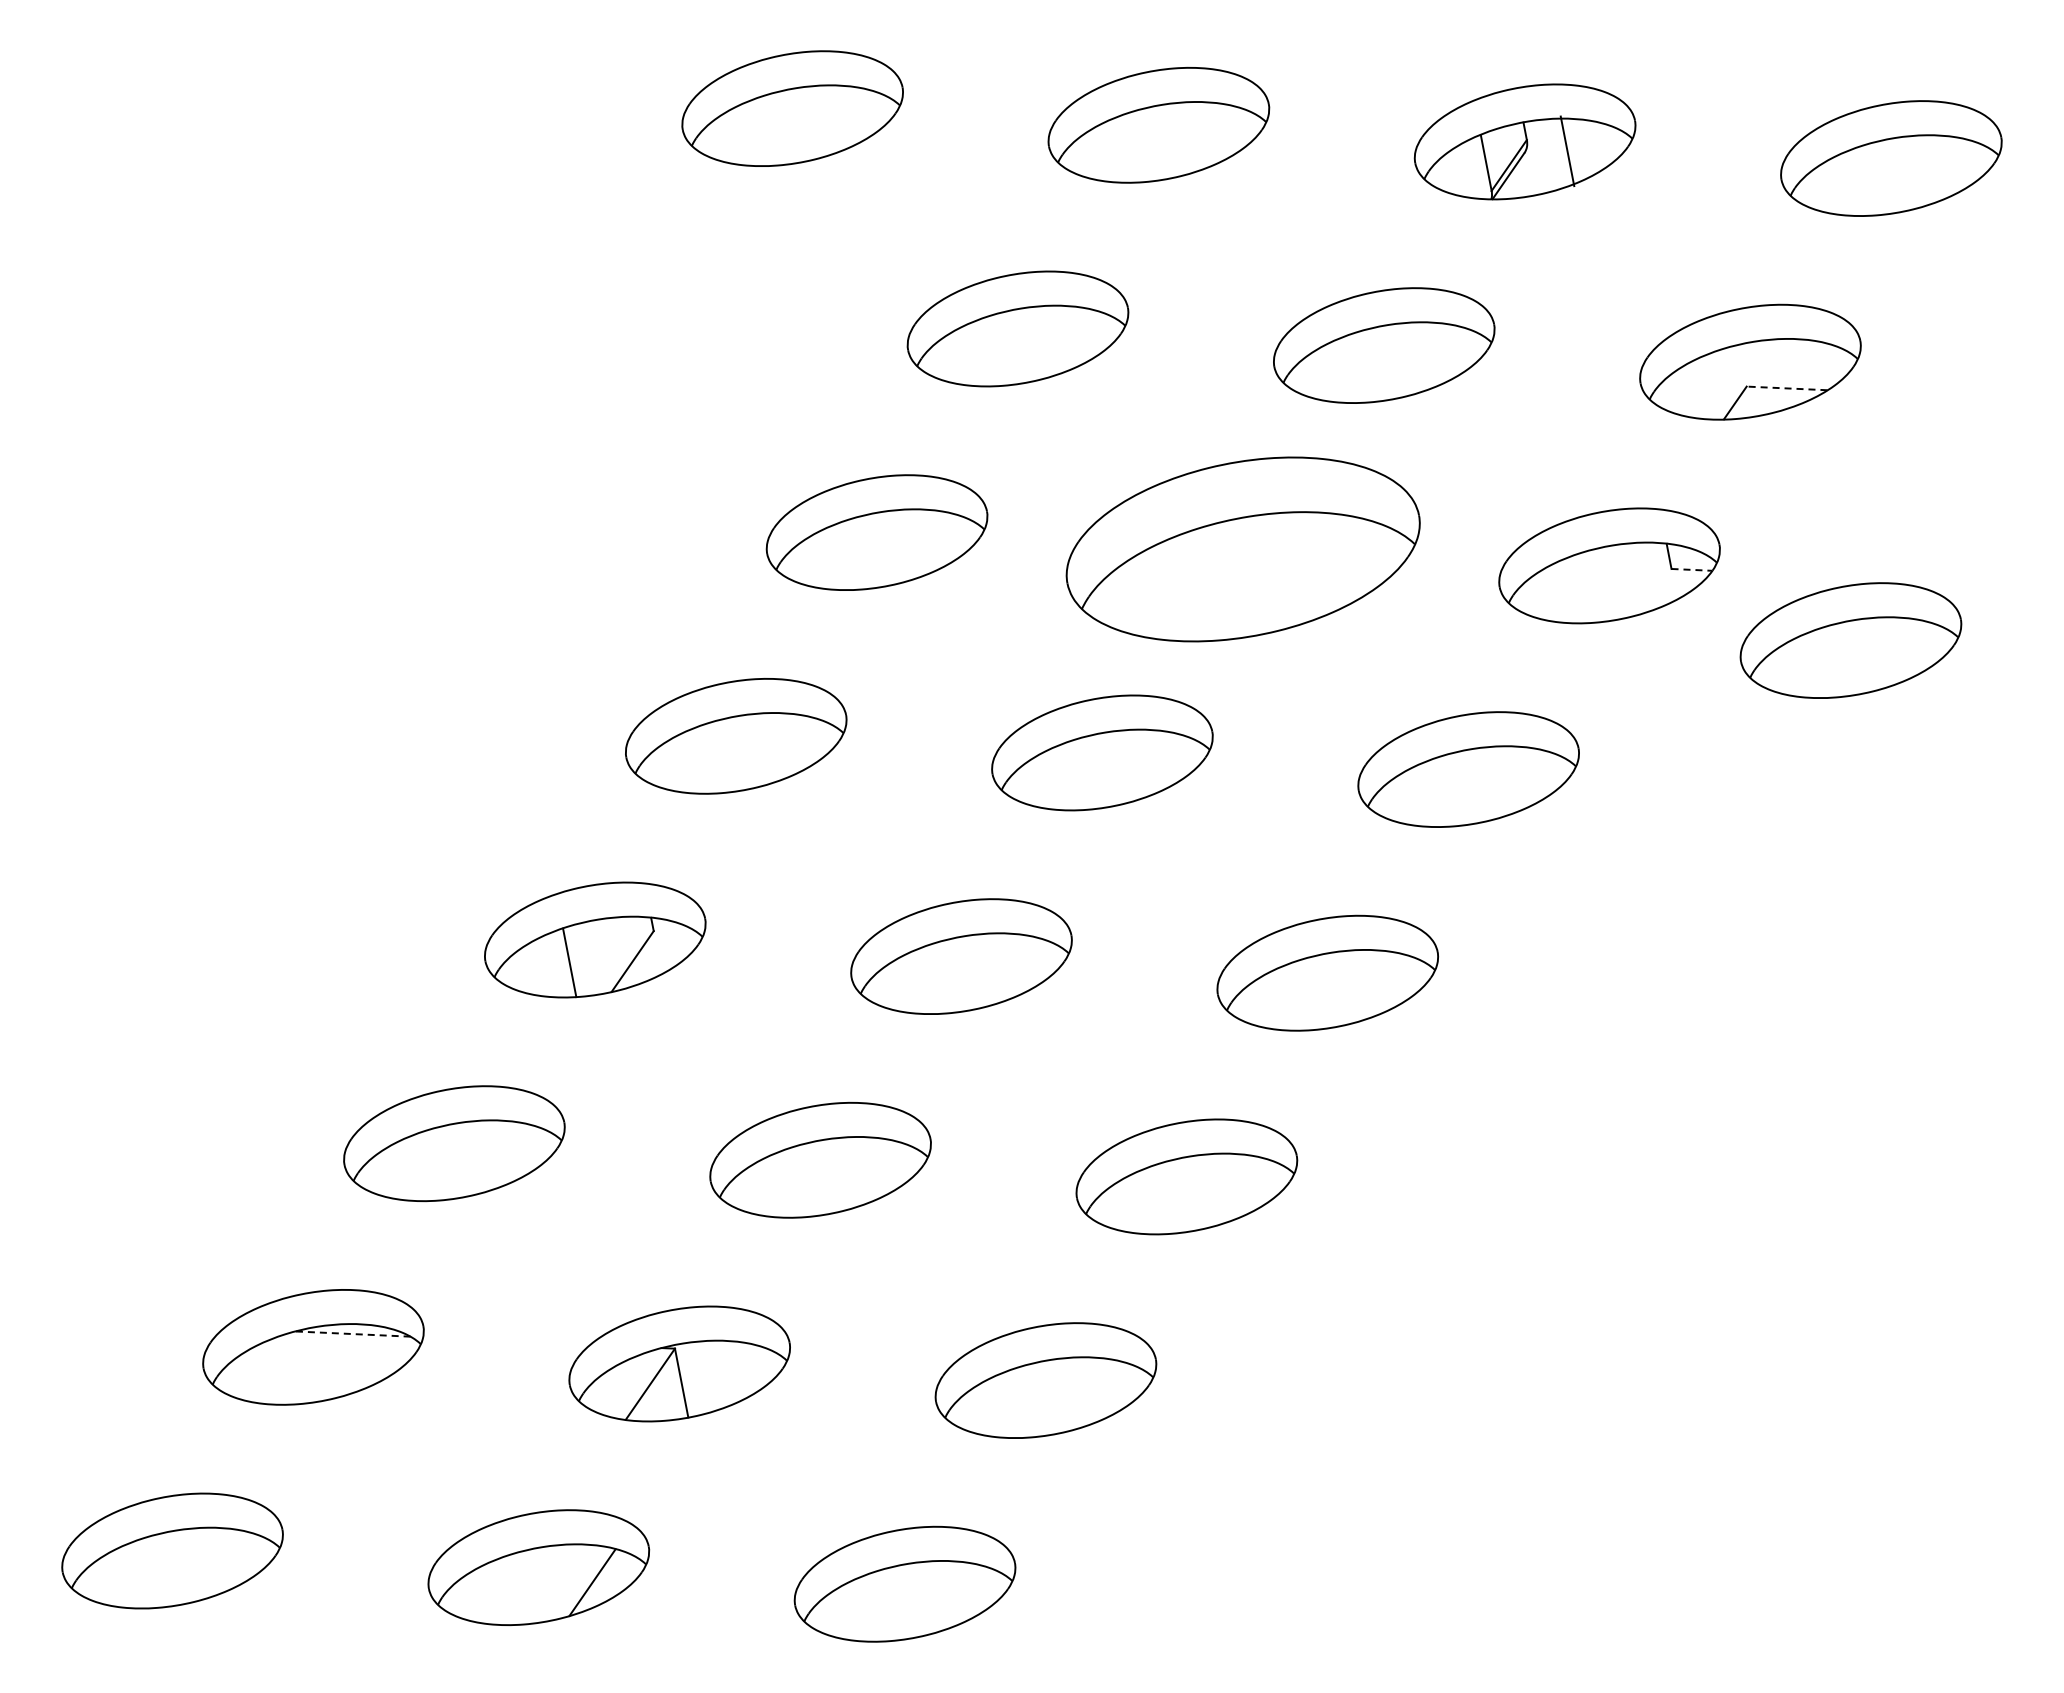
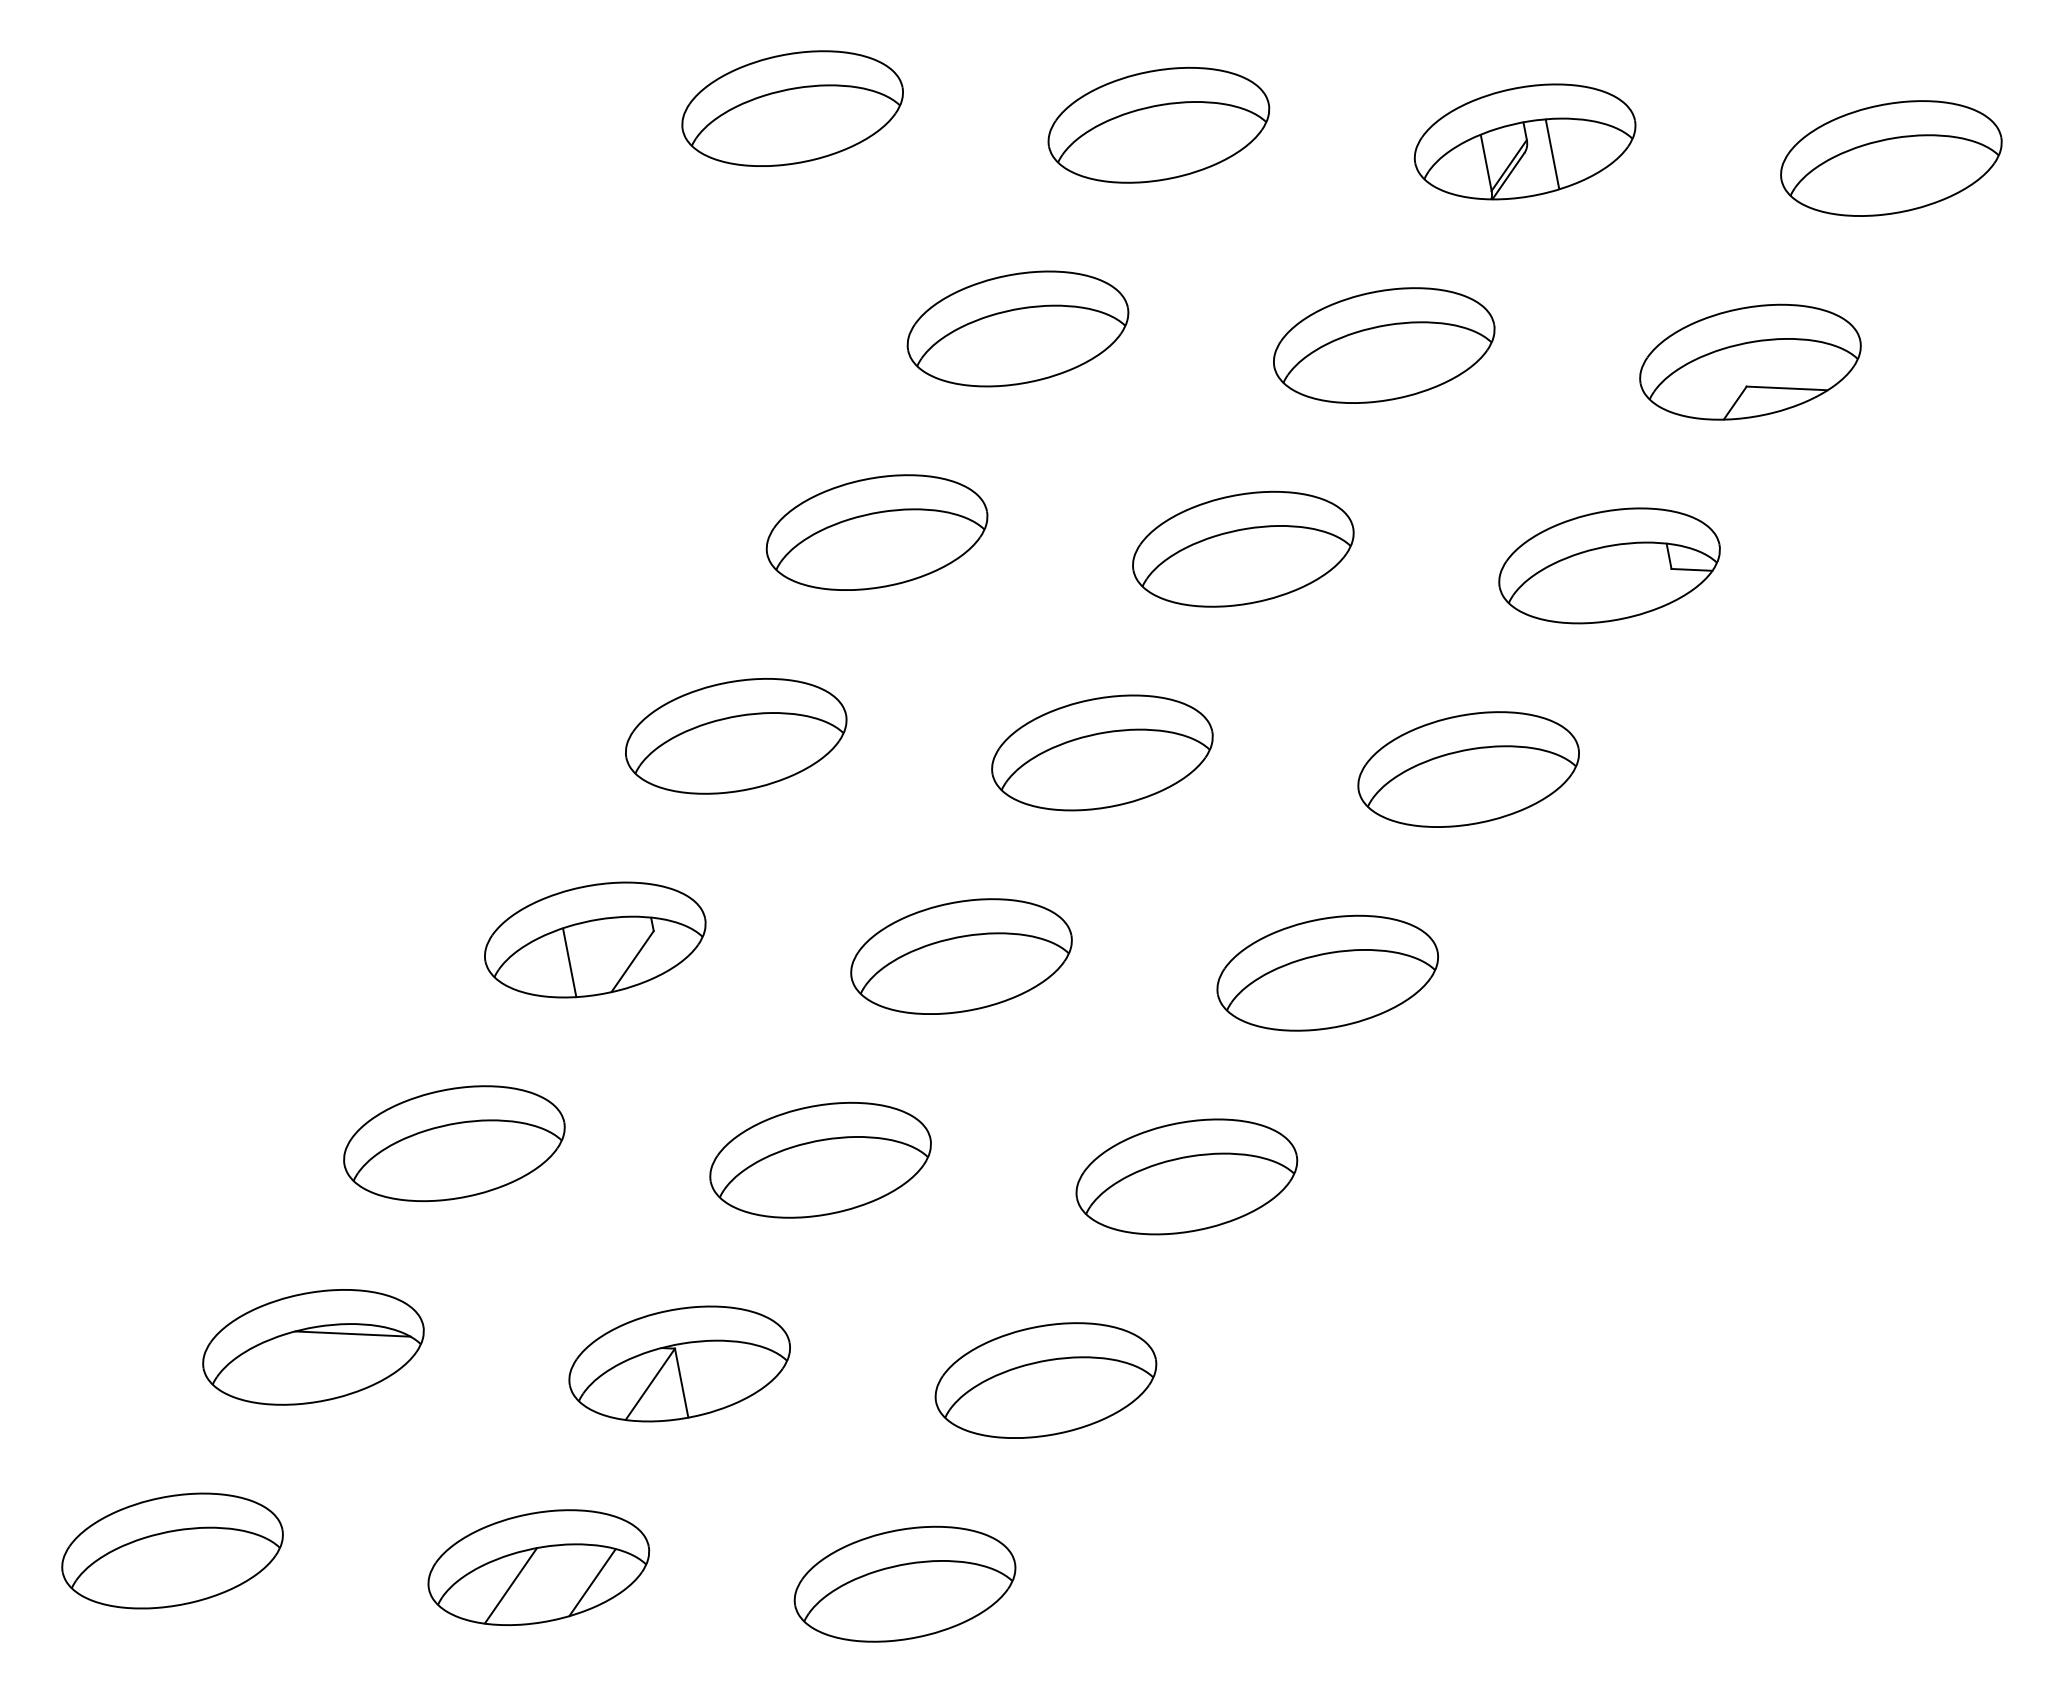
line at (1567, 151) position: (1567, 151) -> (1552, 154)
line at (1786, 388): dashed -> solid
part at (1242, 549) size: 356x187 px -> 223x118 px
line at (1692, 569): dashed -> solid
part at (1850, 640): present -> none
line at (352, 1334): dashed -> solid
line at (510, 1585): none -> present
